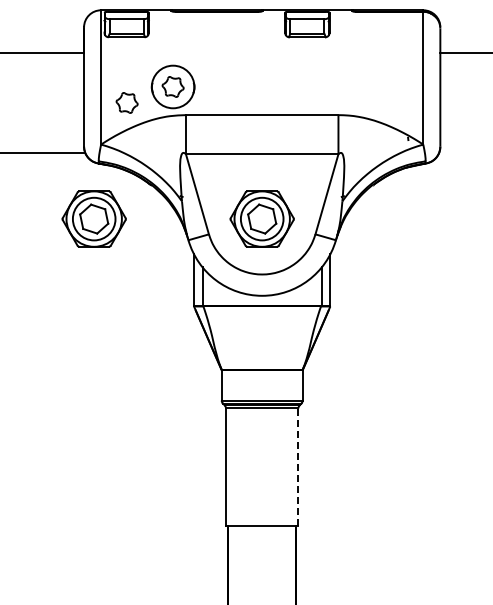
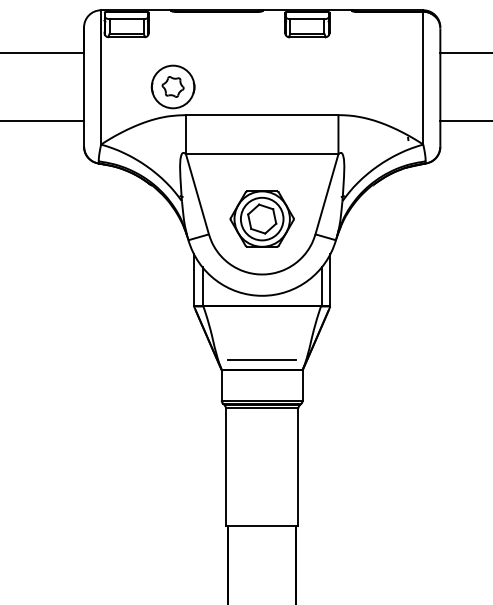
part at (126, 102): present -> none
line at (464, 121): none -> present
line at (43, 153) position: (43, 153) -> (43, 121)
part at (93, 218): present -> none
line at (262, 359): none -> present
line at (298, 467): dashed -> solid
